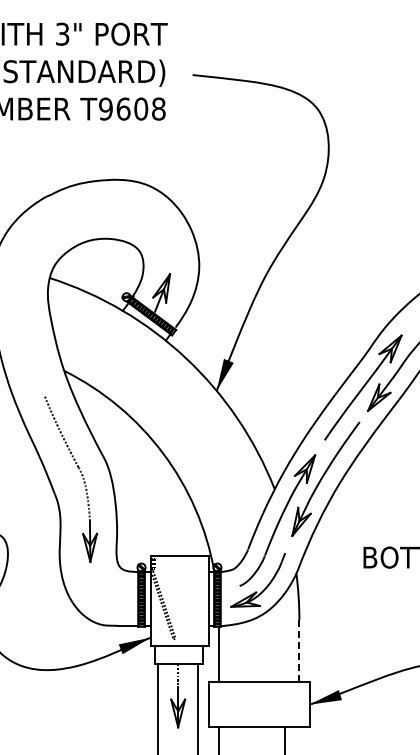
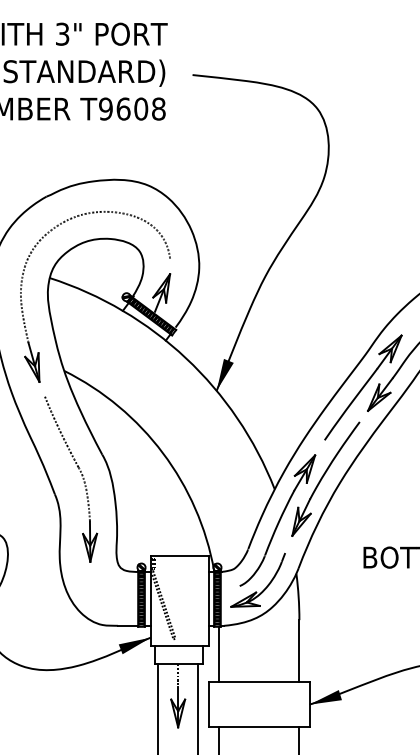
part at (22, 303): none -> present
line at (299, 651): dashed -> solid
line at (285, 739) position: (285, 739) -> (299, 739)
